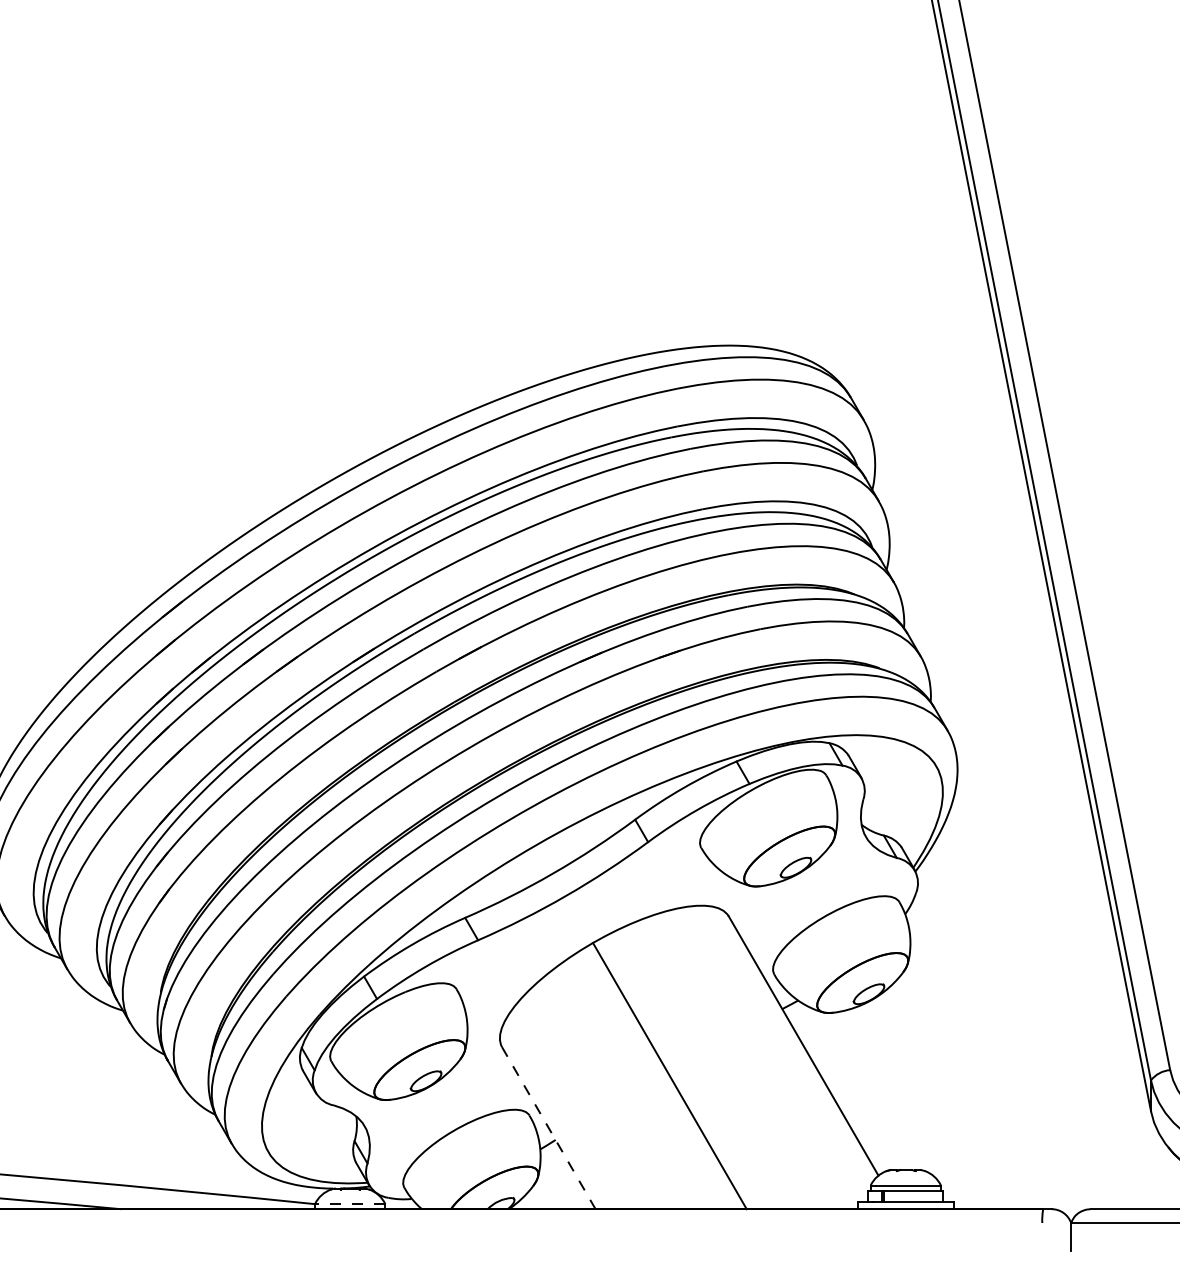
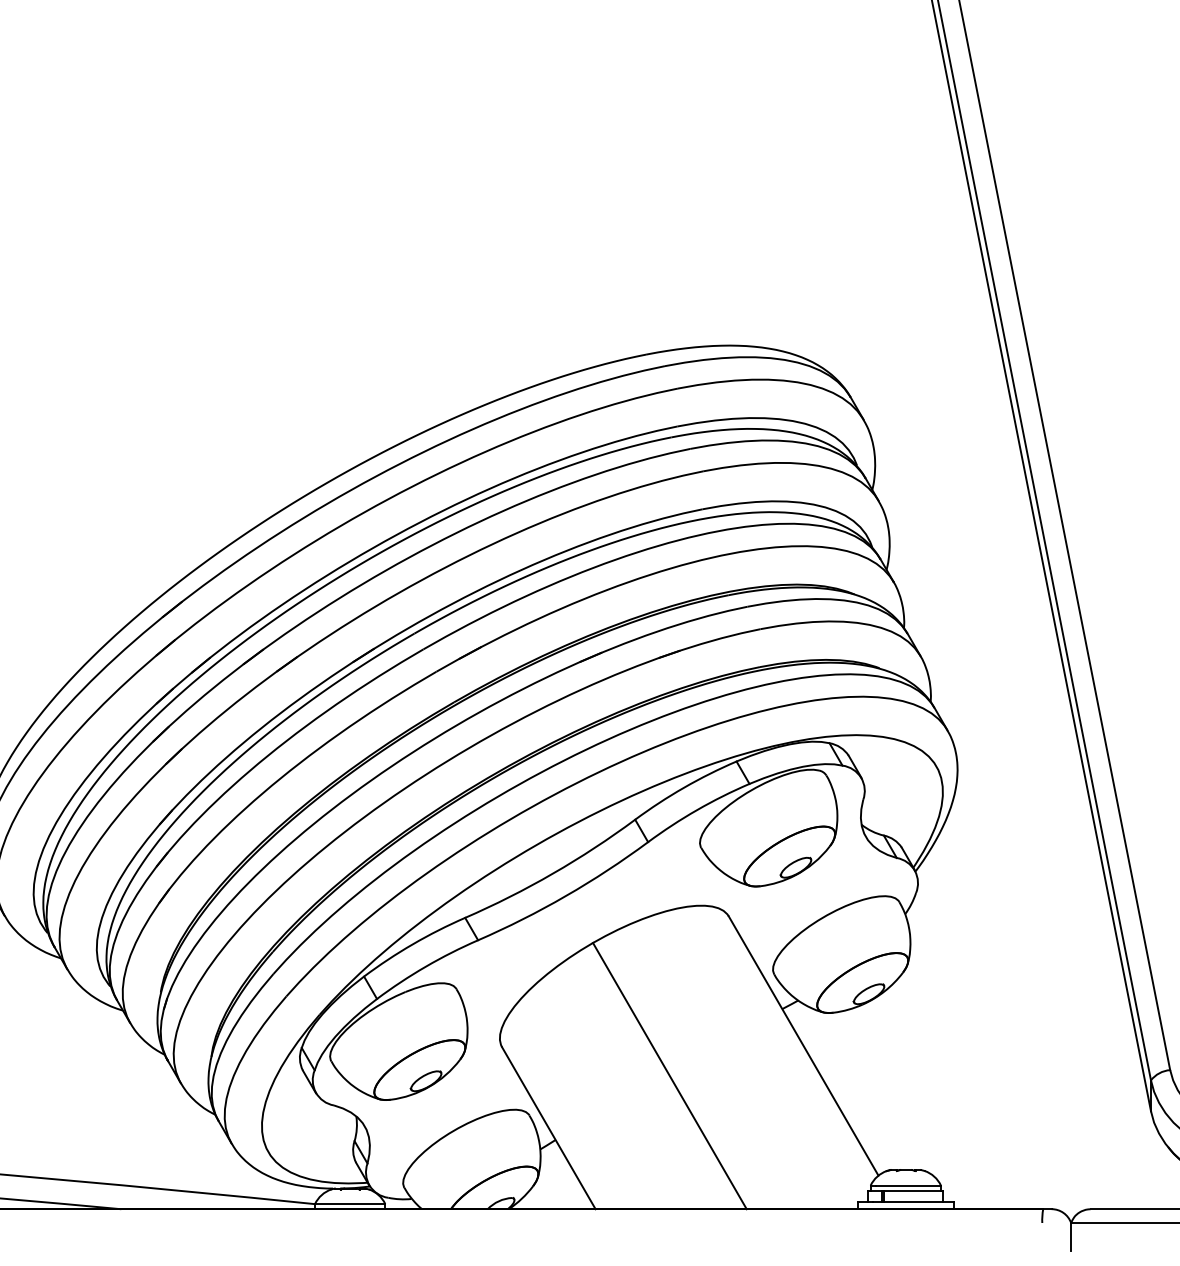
line at (548, 1128): dashed -> solid
line at (349, 1204): dashed -> solid
